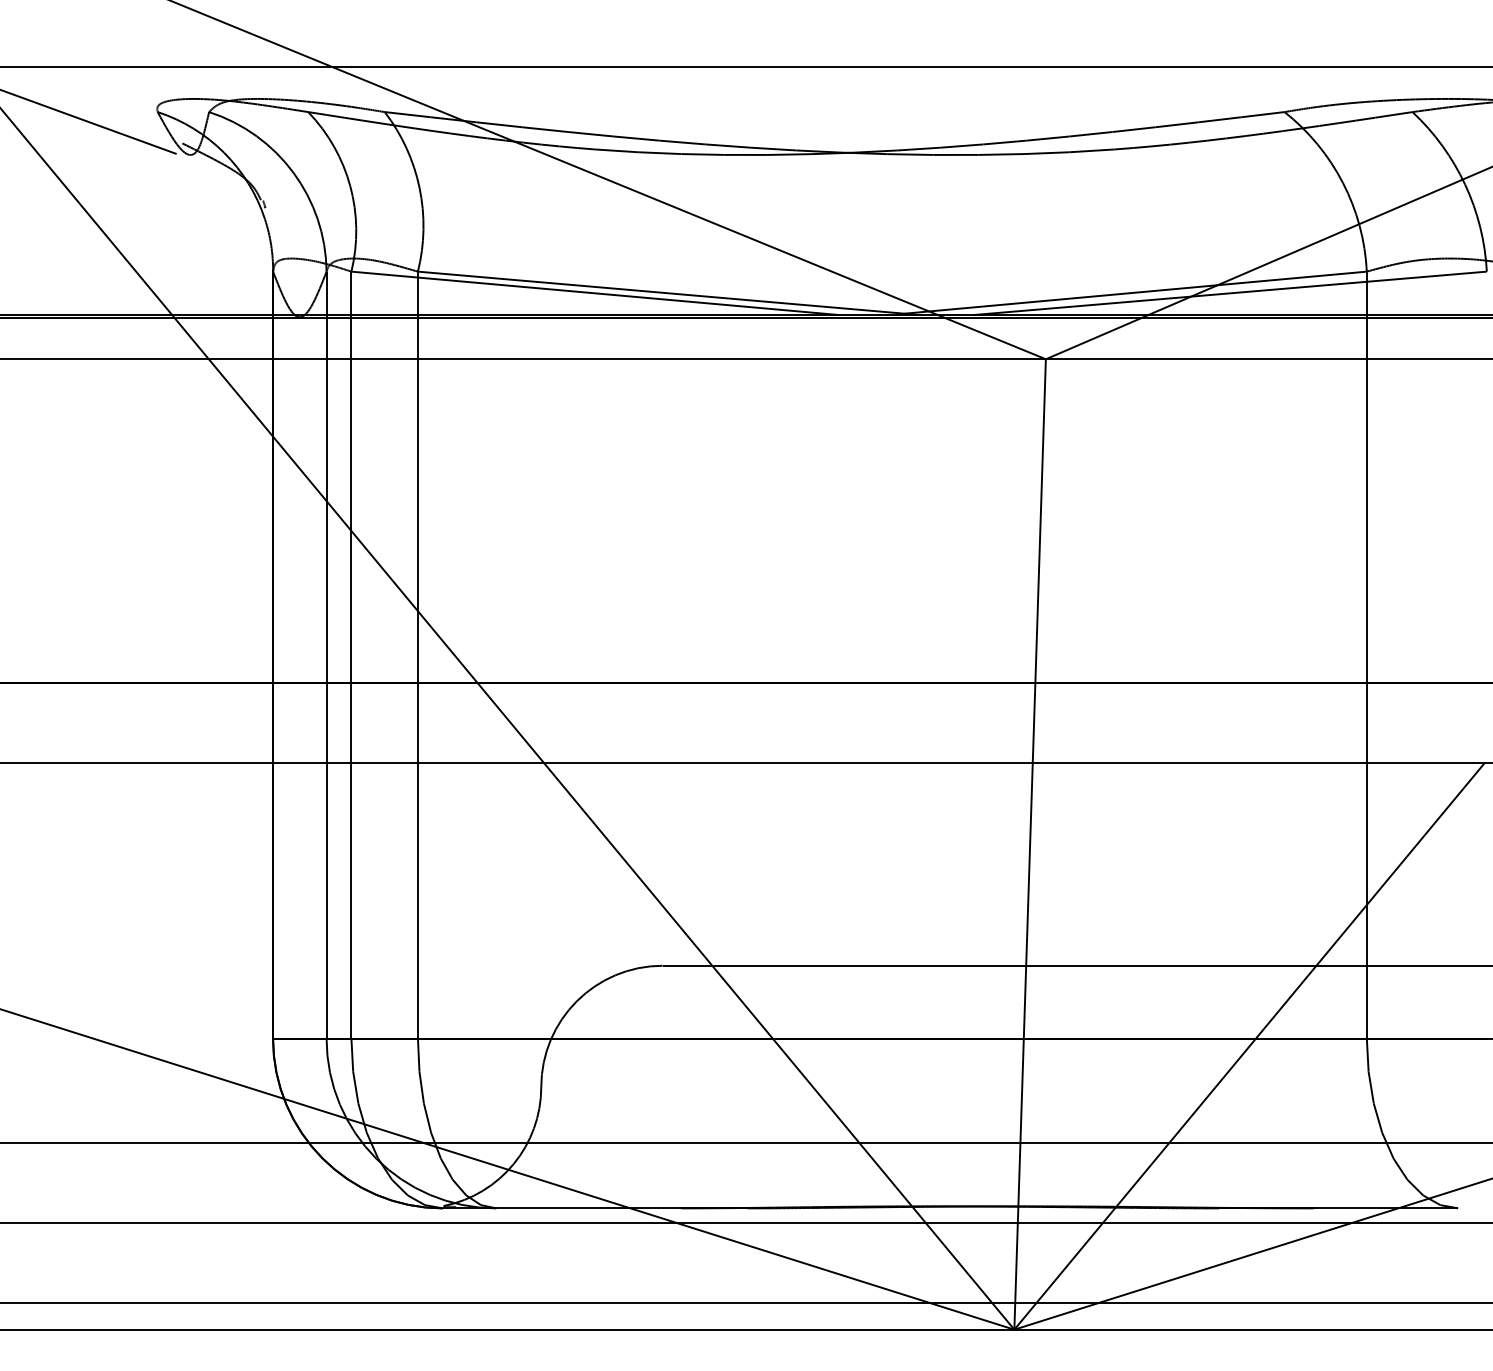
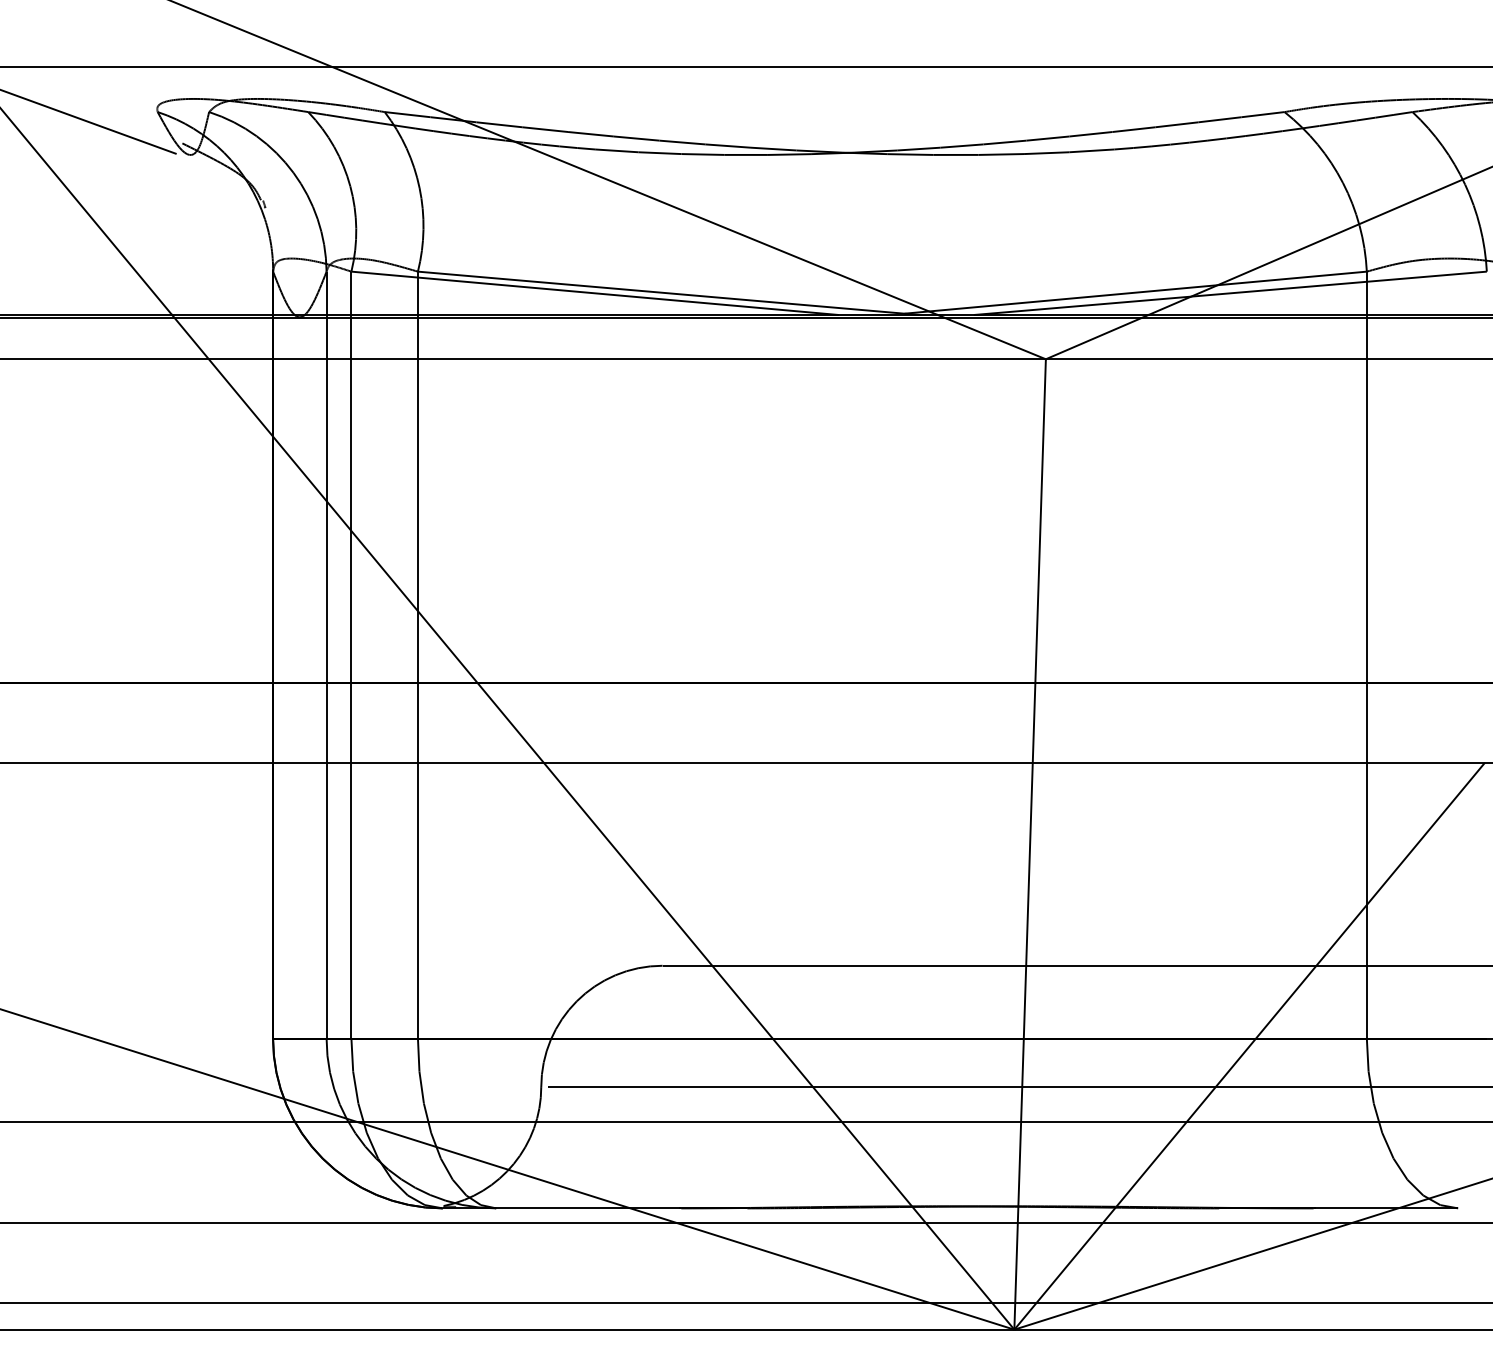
line at (1018, 1087): none -> present
line at (745, 1143) position: (745, 1143) -> (745, 1122)
